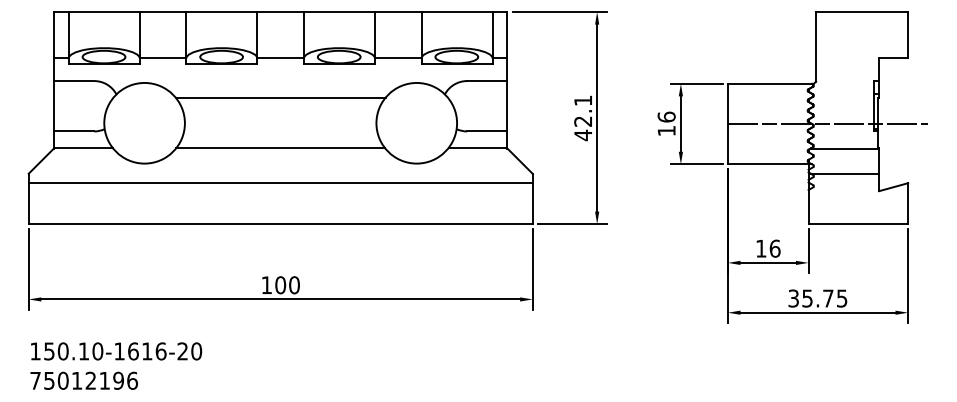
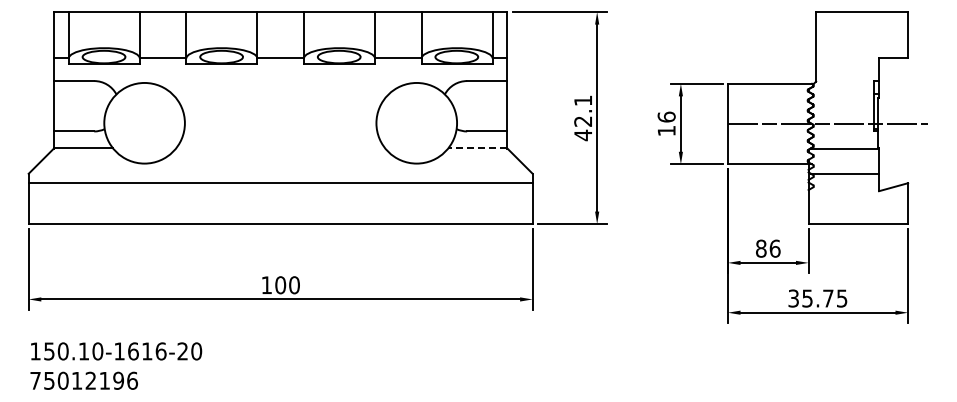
line at (280, 97): present -> none
line at (280, 148): present -> none
line at (477, 148): solid -> dashed
text at (761, 248): 16 -> 86
